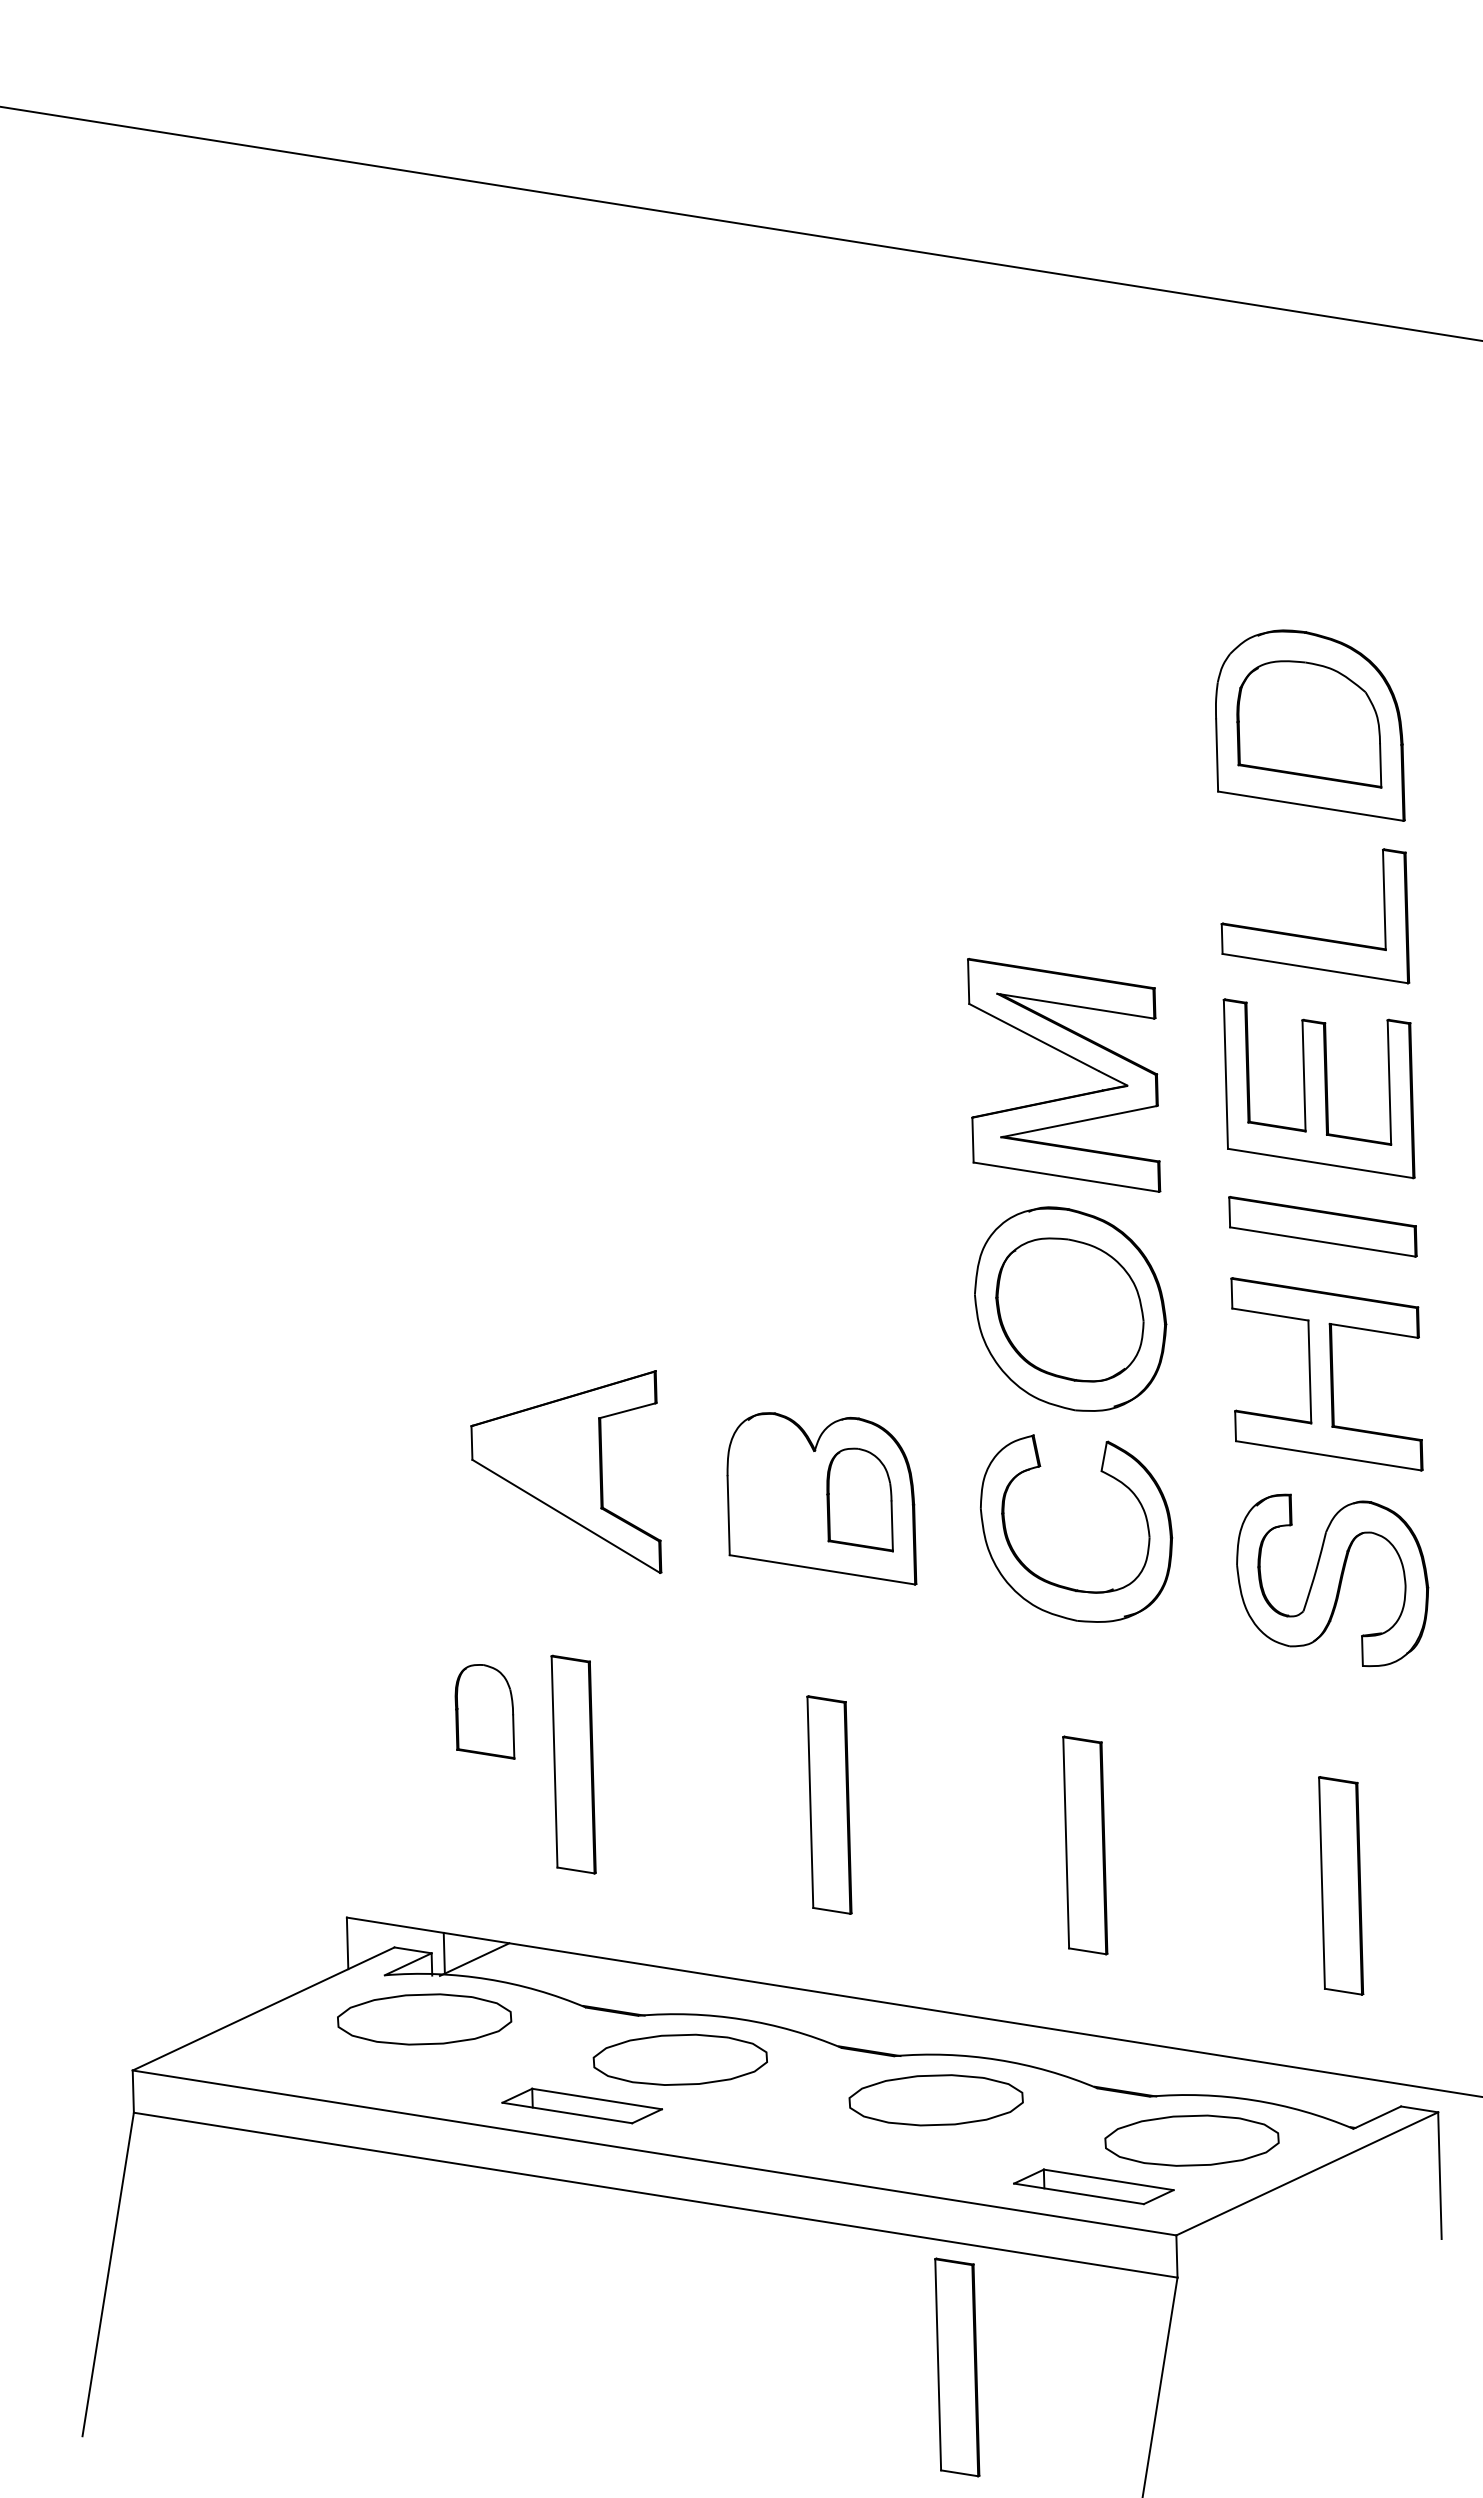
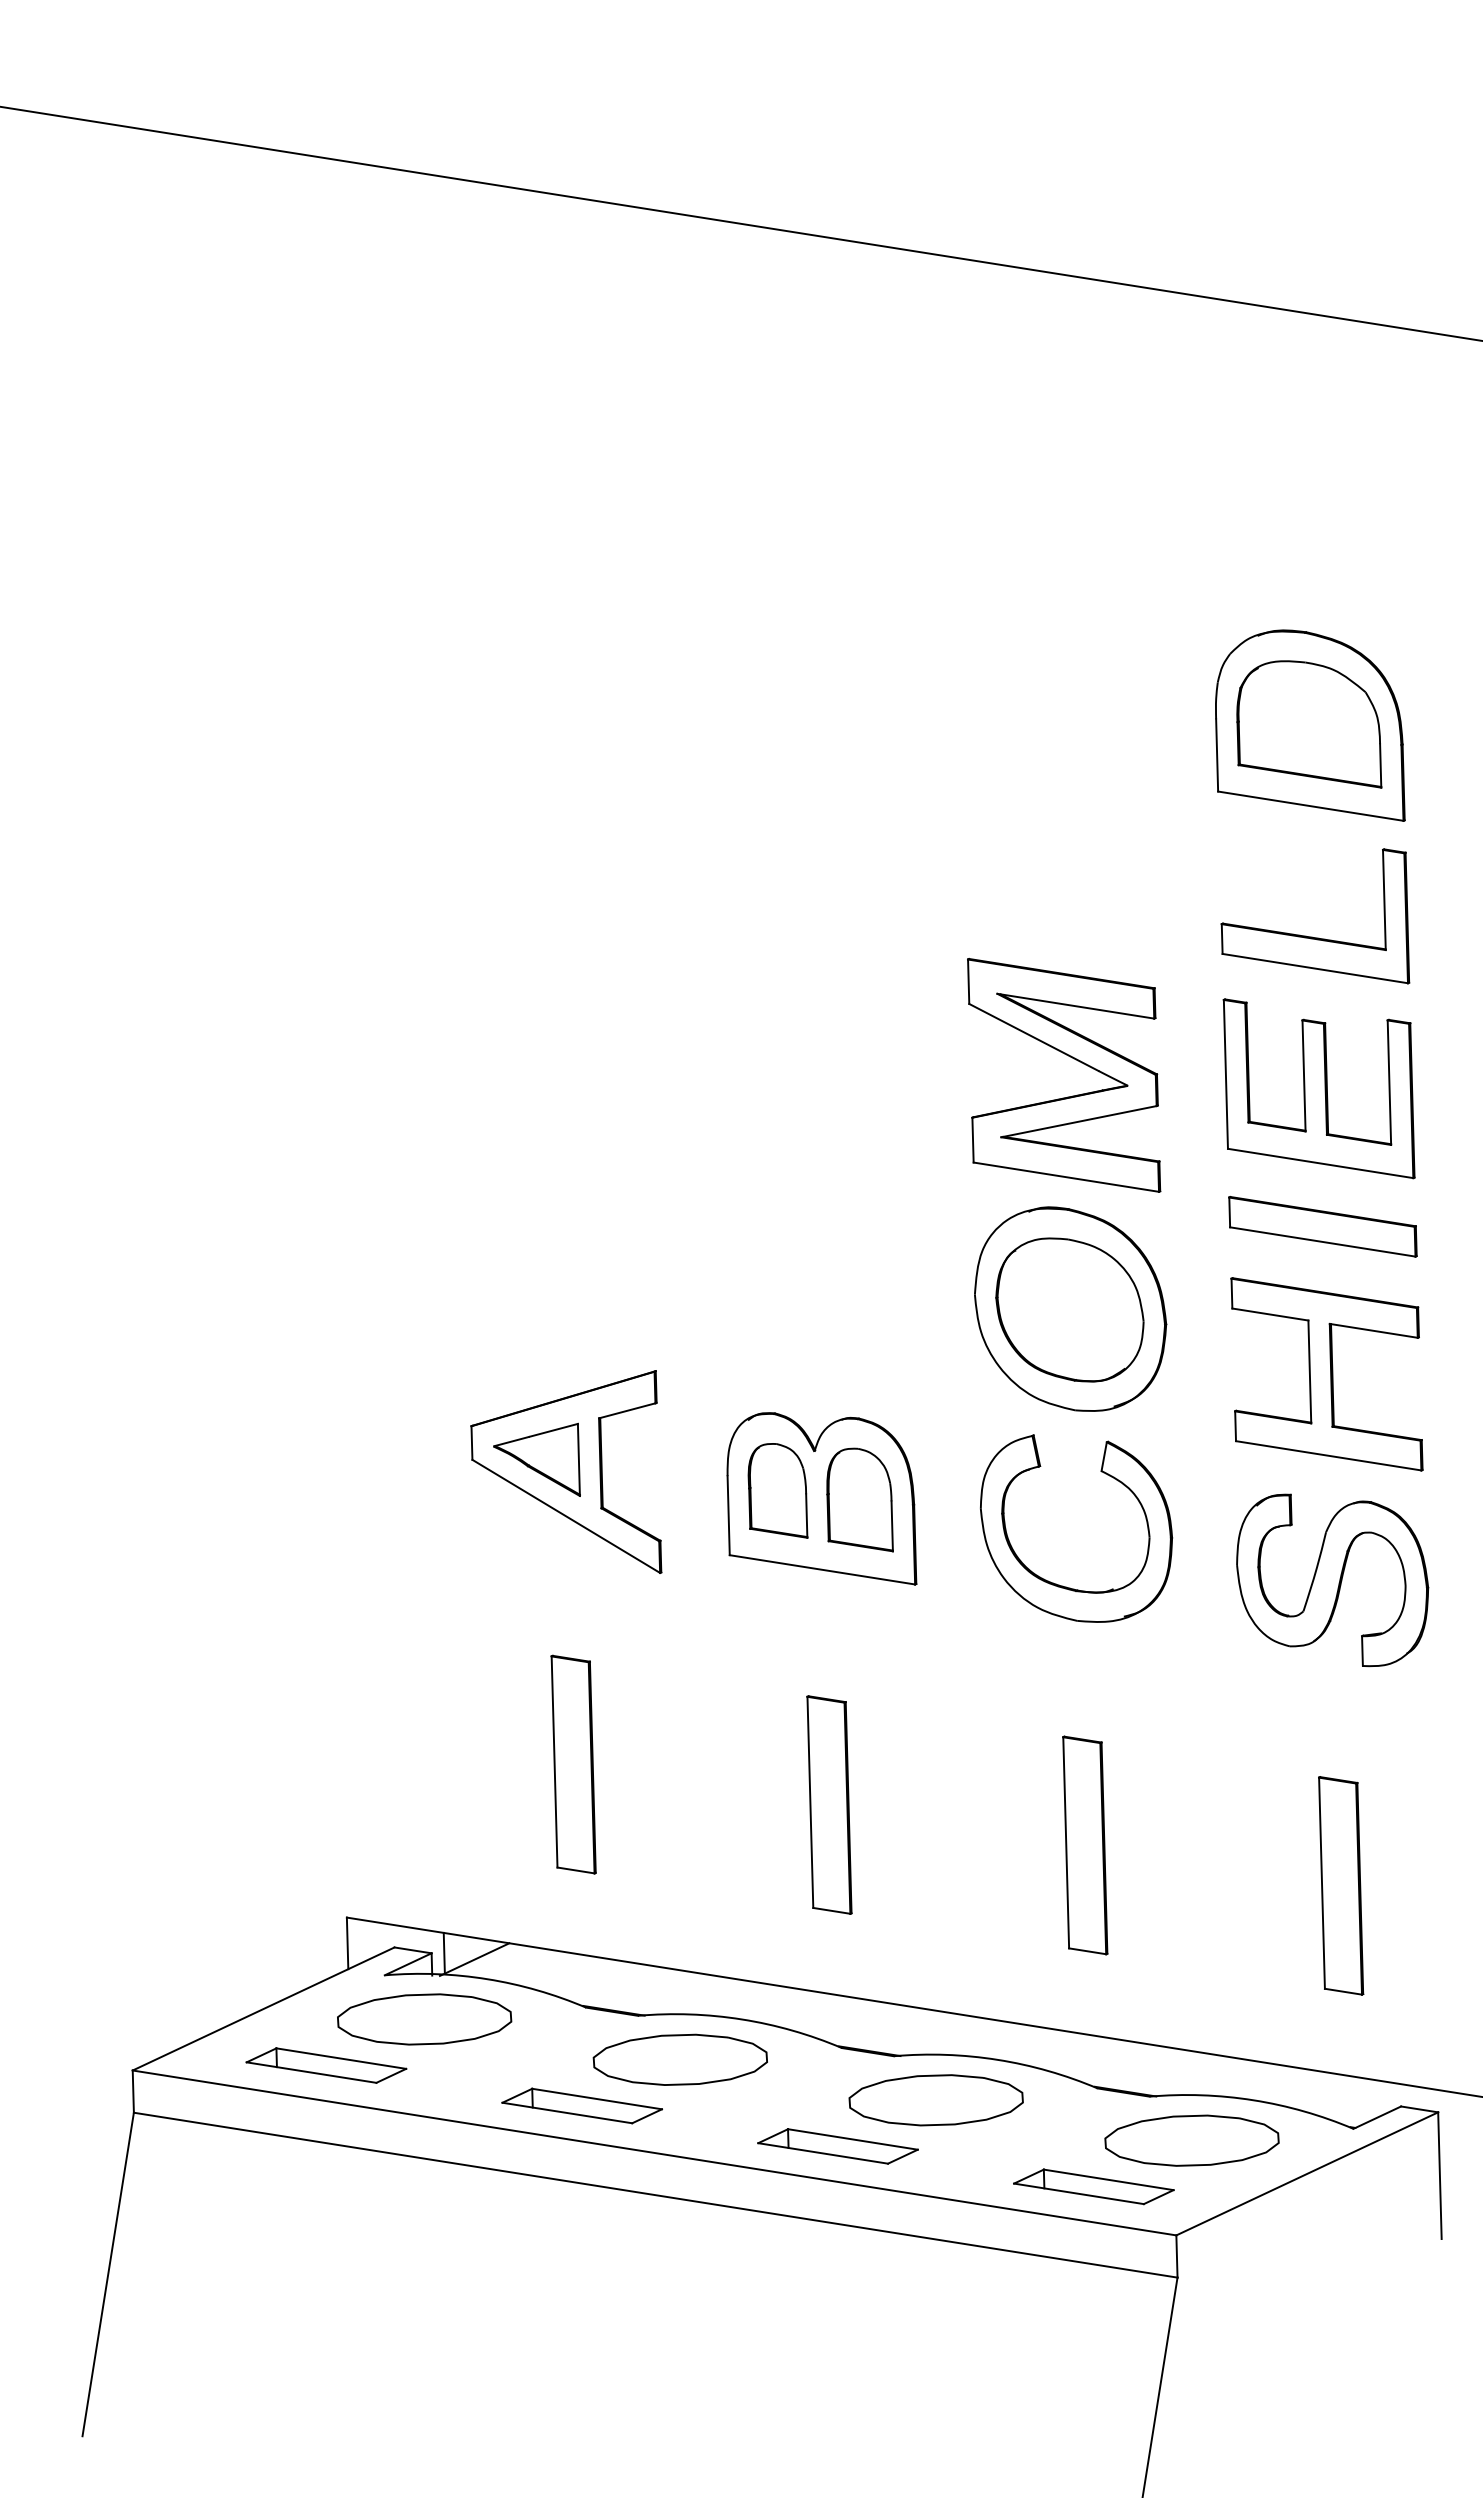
part at (536, 1459): none -> present
part at (484, 1711) position: (484, 1711) -> (777, 1490)
part at (326, 2065): none -> present
part at (837, 2146): none -> present
part at (957, 2367): present -> none
